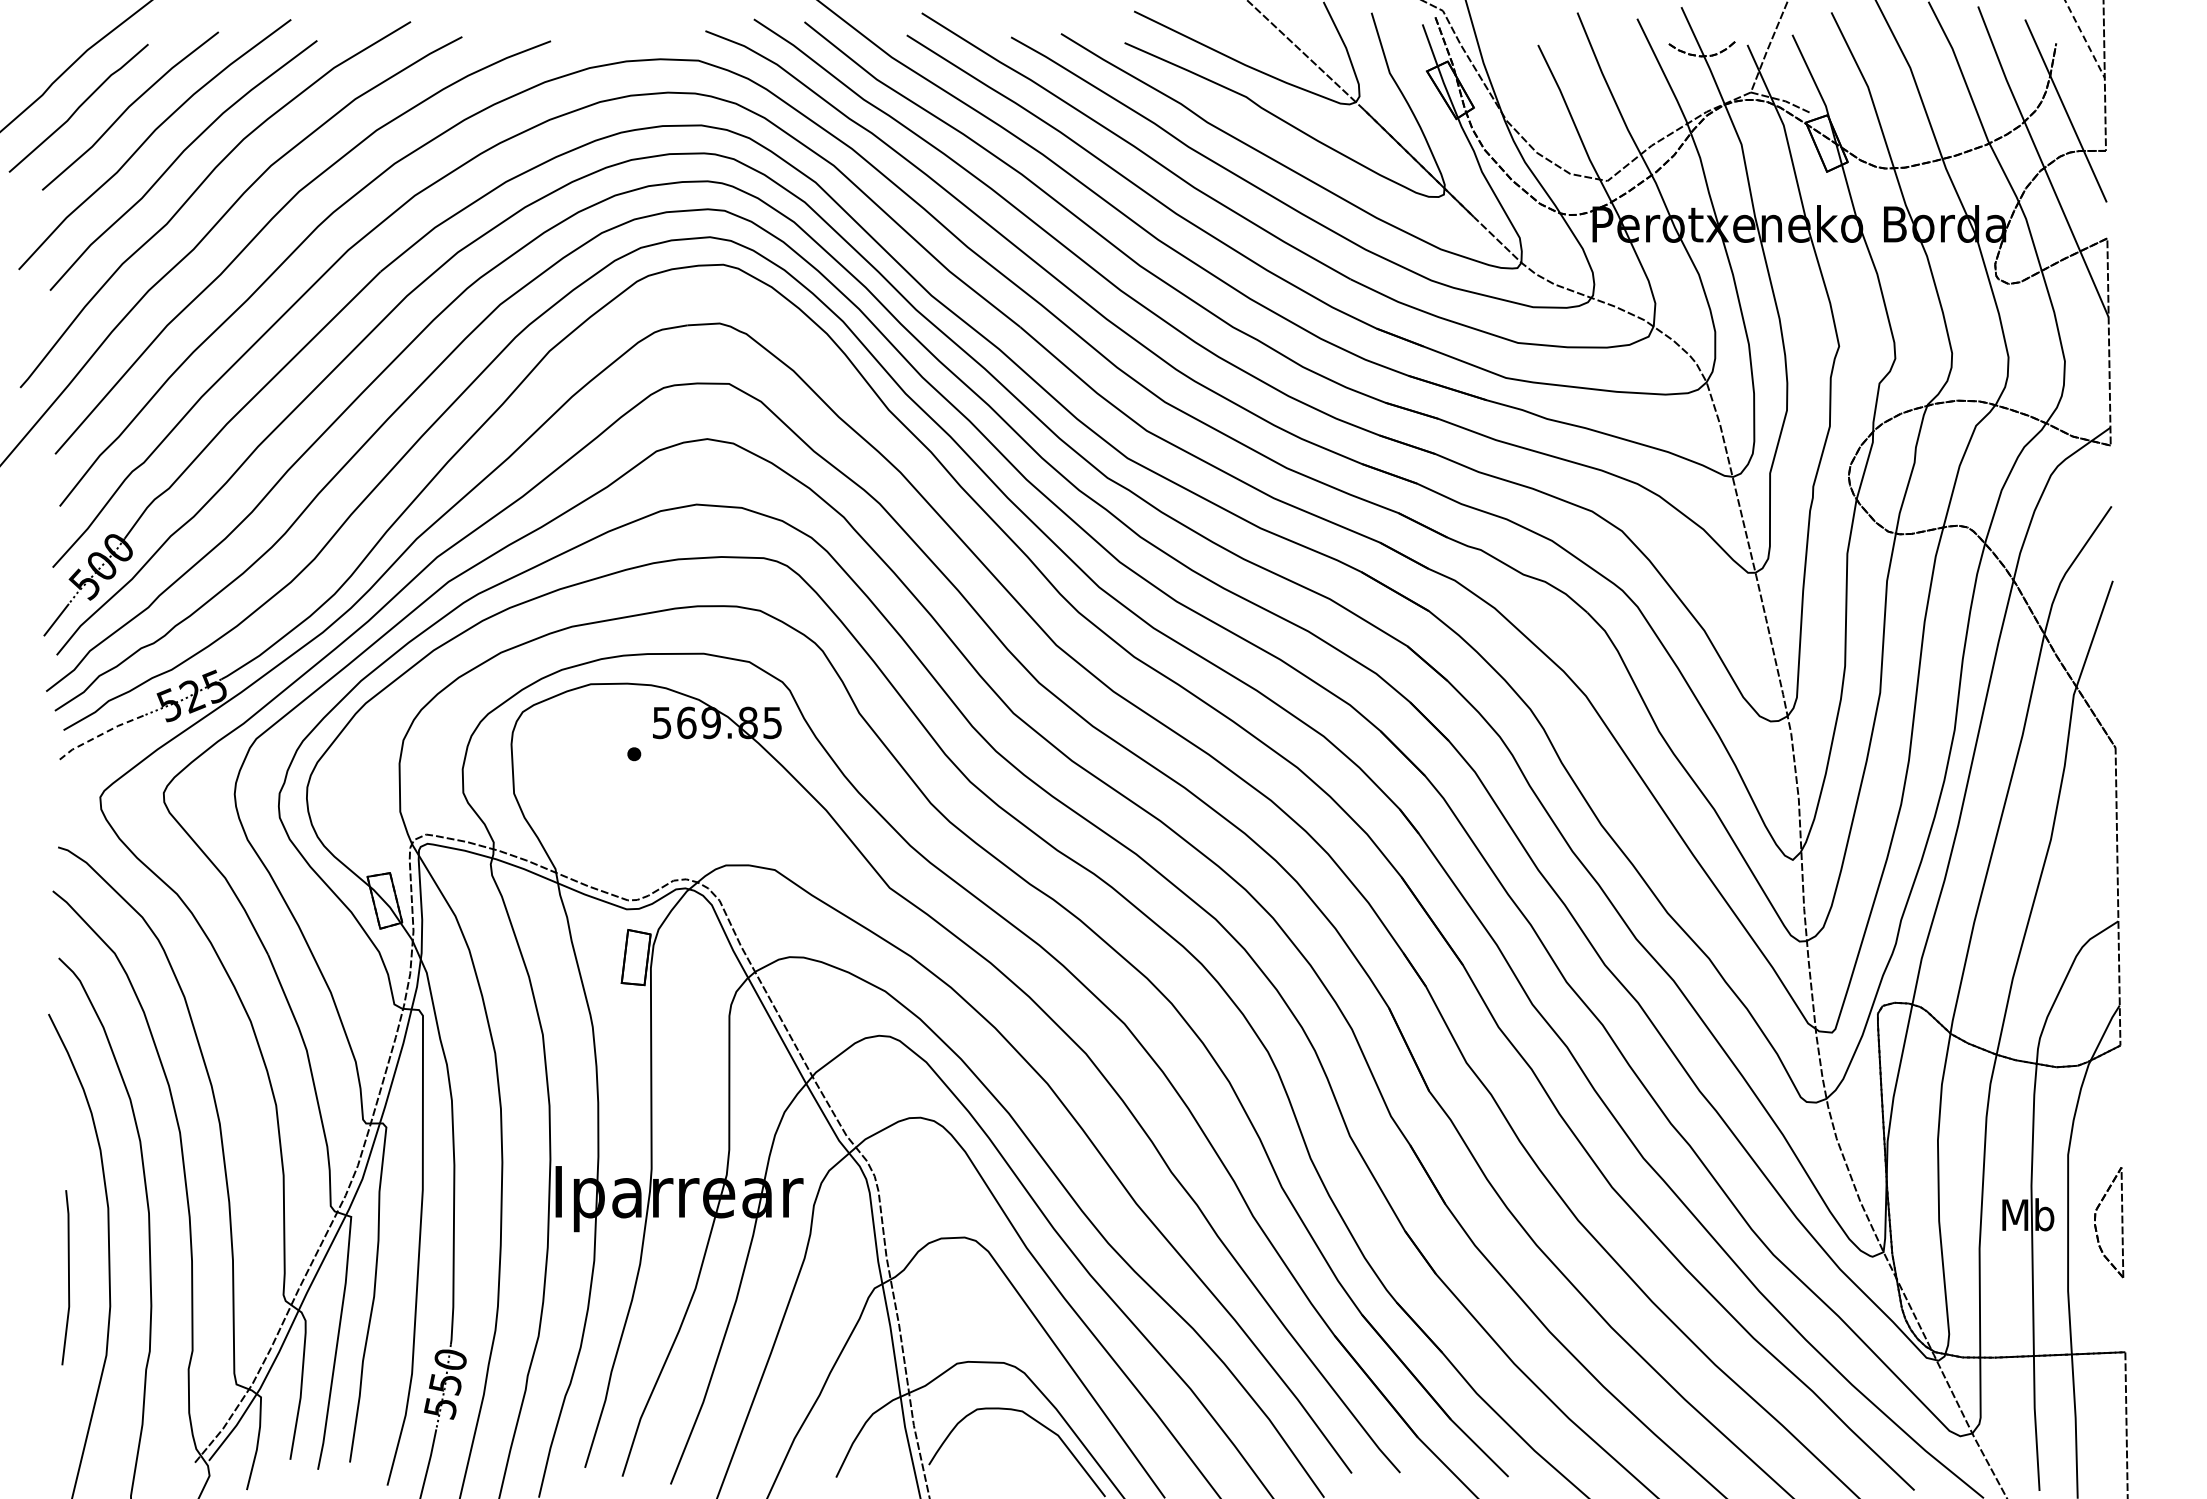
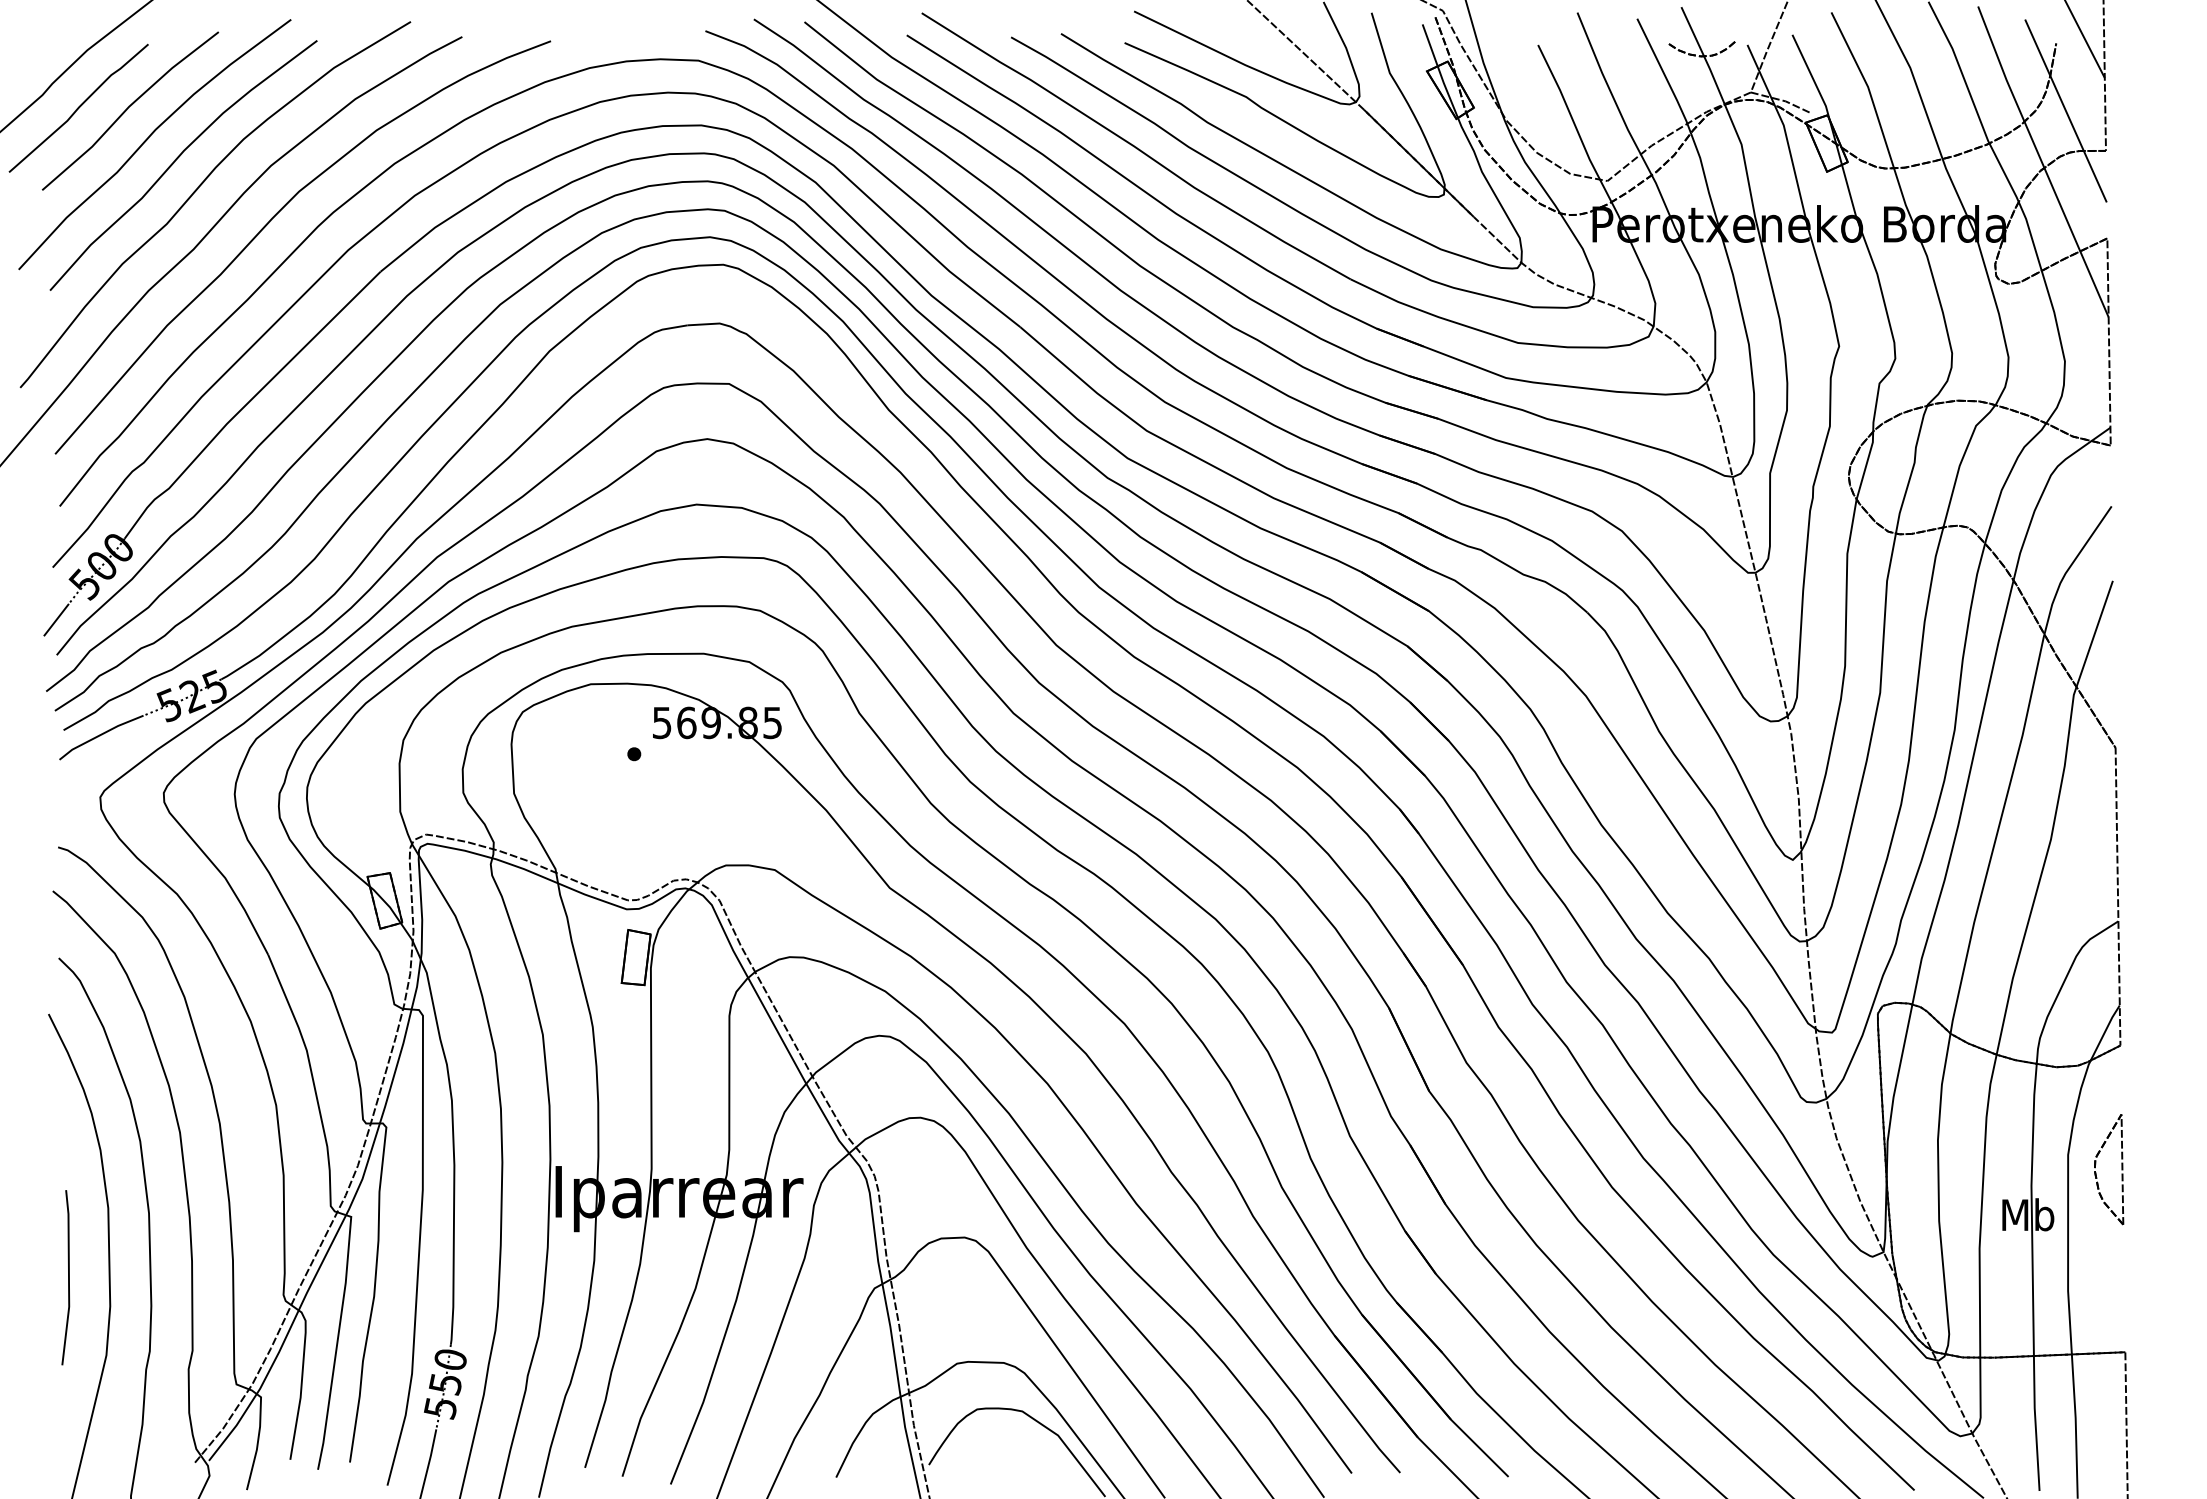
line at (2085, 39): dashed -> solid
line at (99, 735): dashed -> solid
part at (2121, 1222) position: (2121, 1222) -> (2121, 1169)
